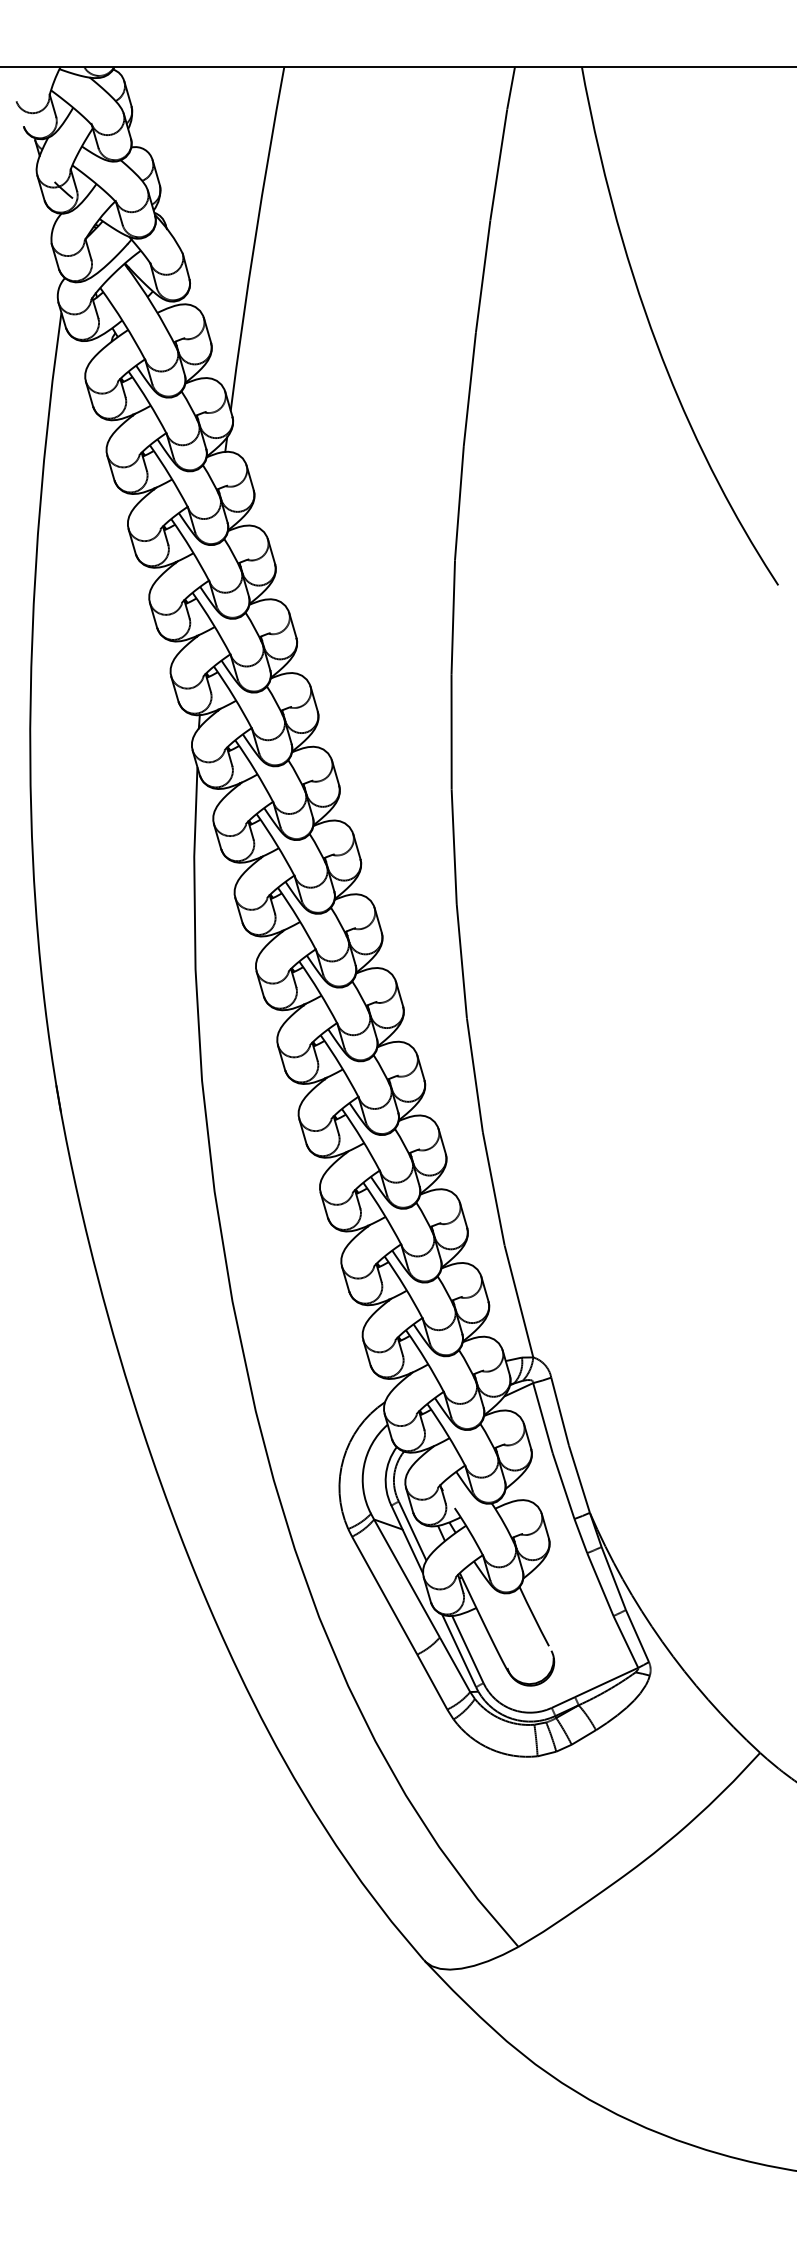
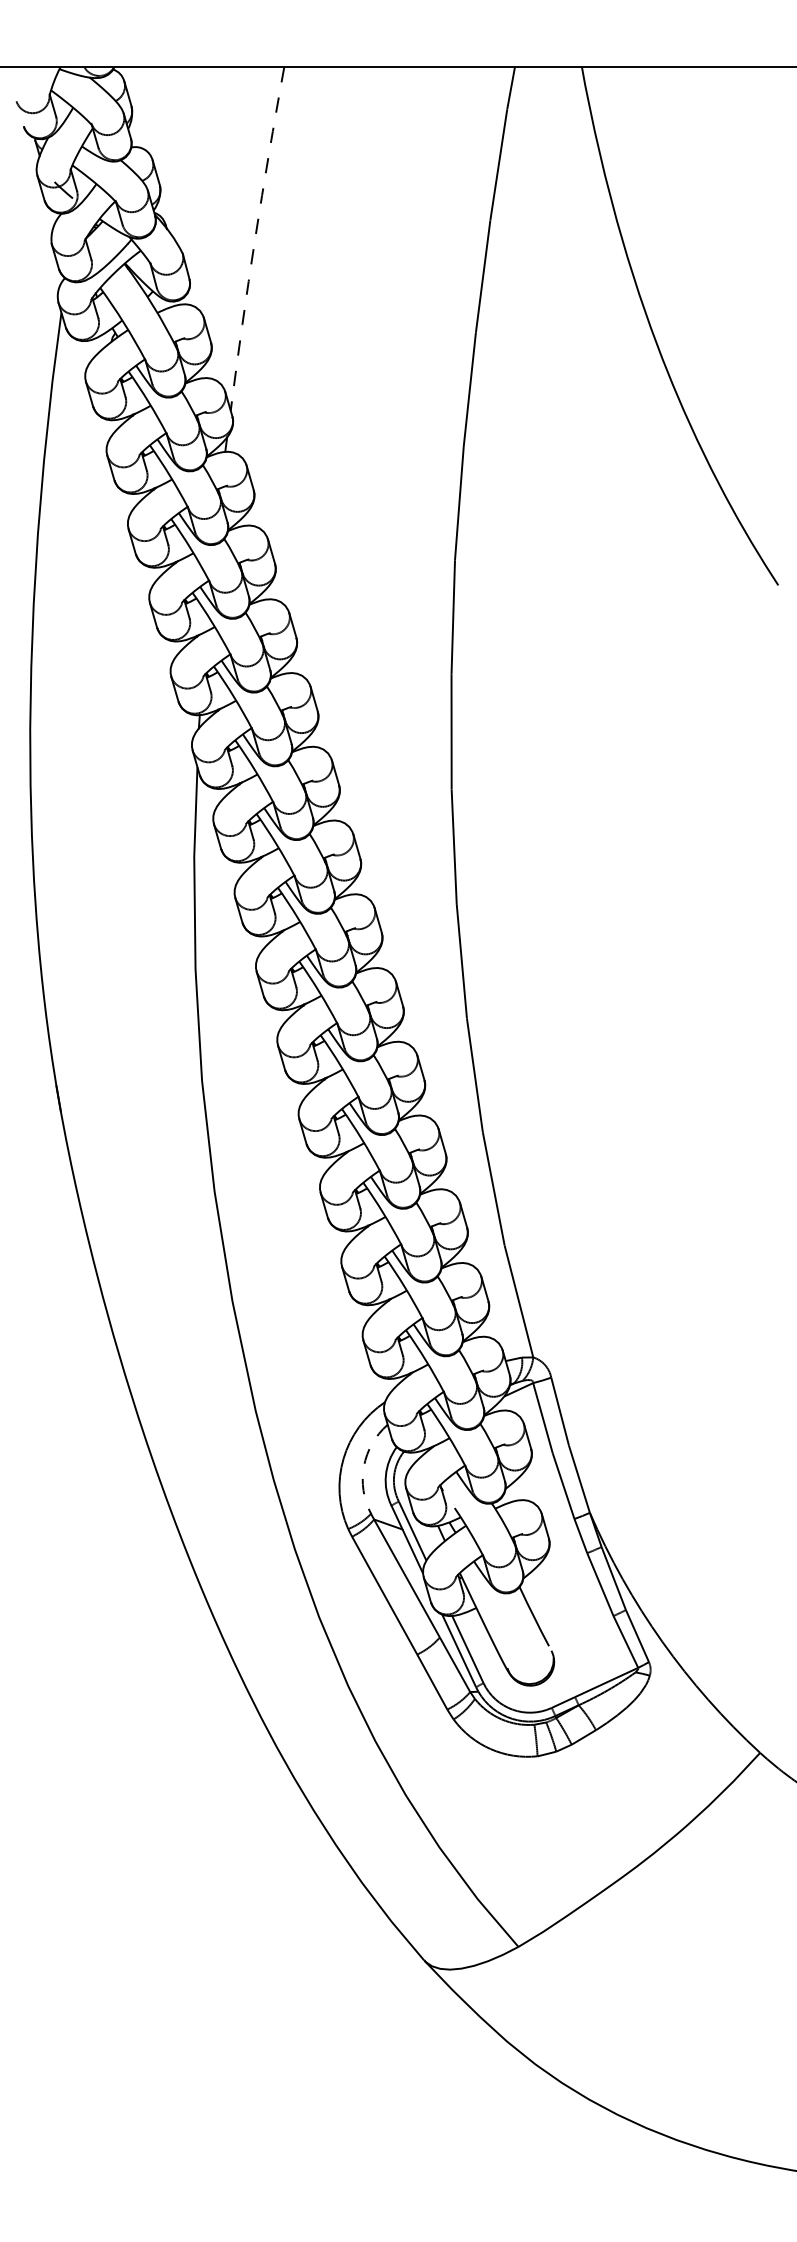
arc at (255, 238): solid -> dashed
arc at (363, 1466): solid -> dashed
